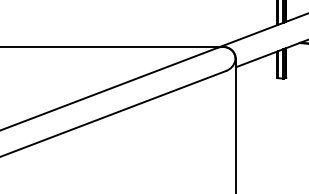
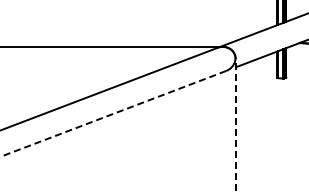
line at (113, 113): solid -> dashed
line at (235, 126): solid -> dashed
